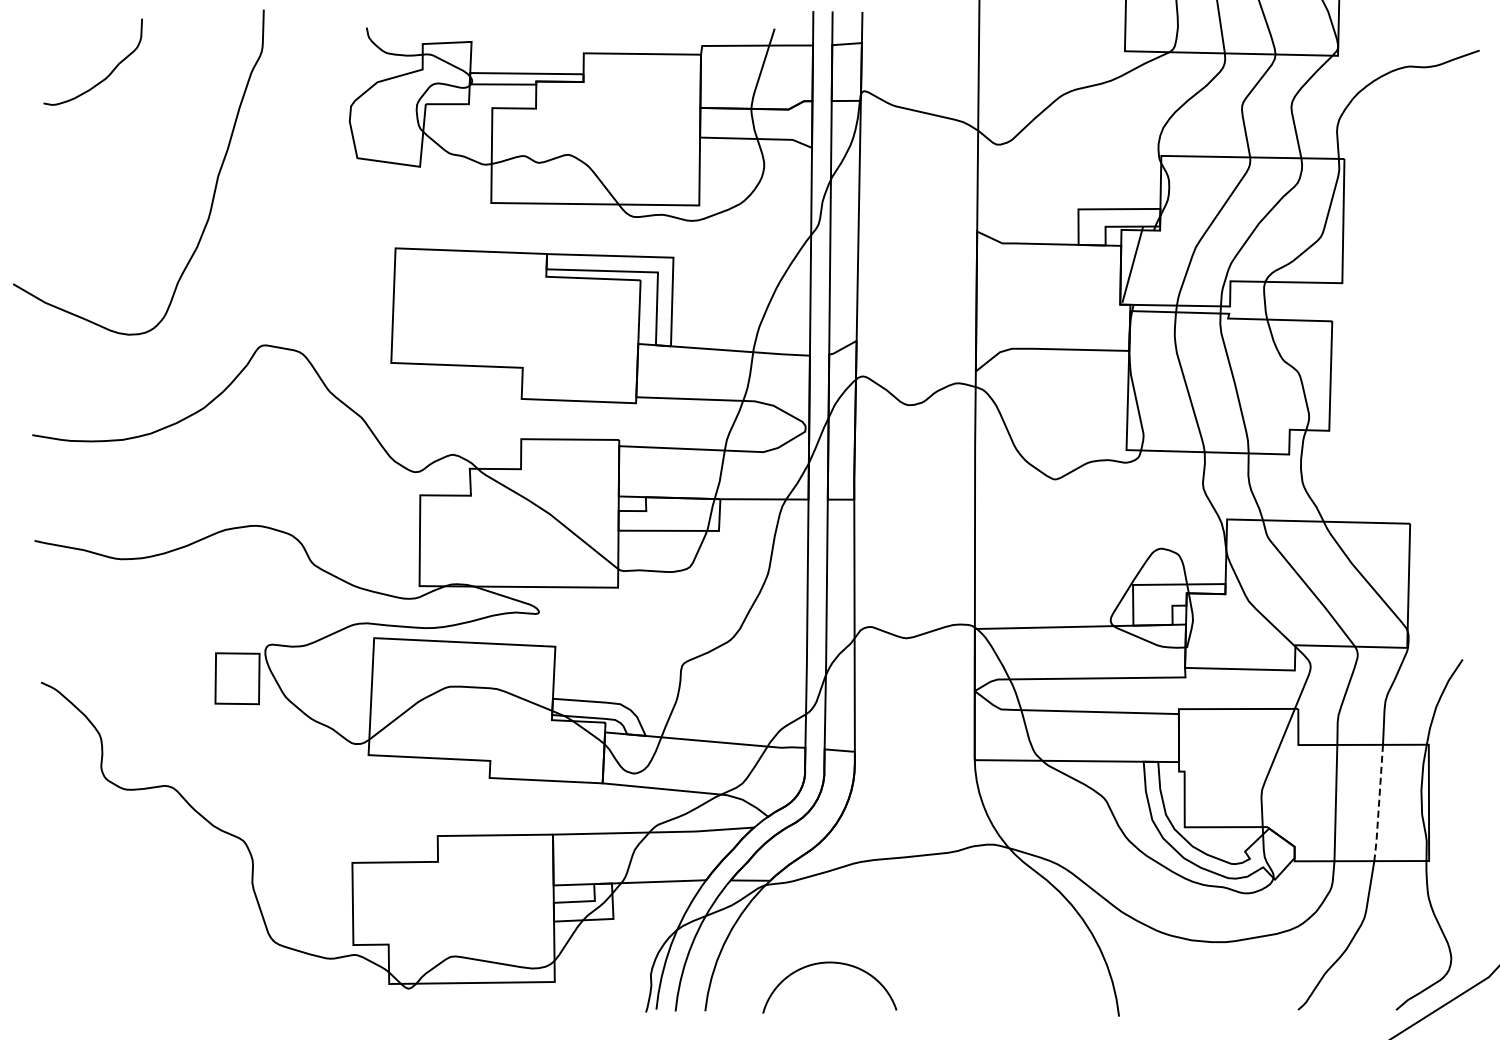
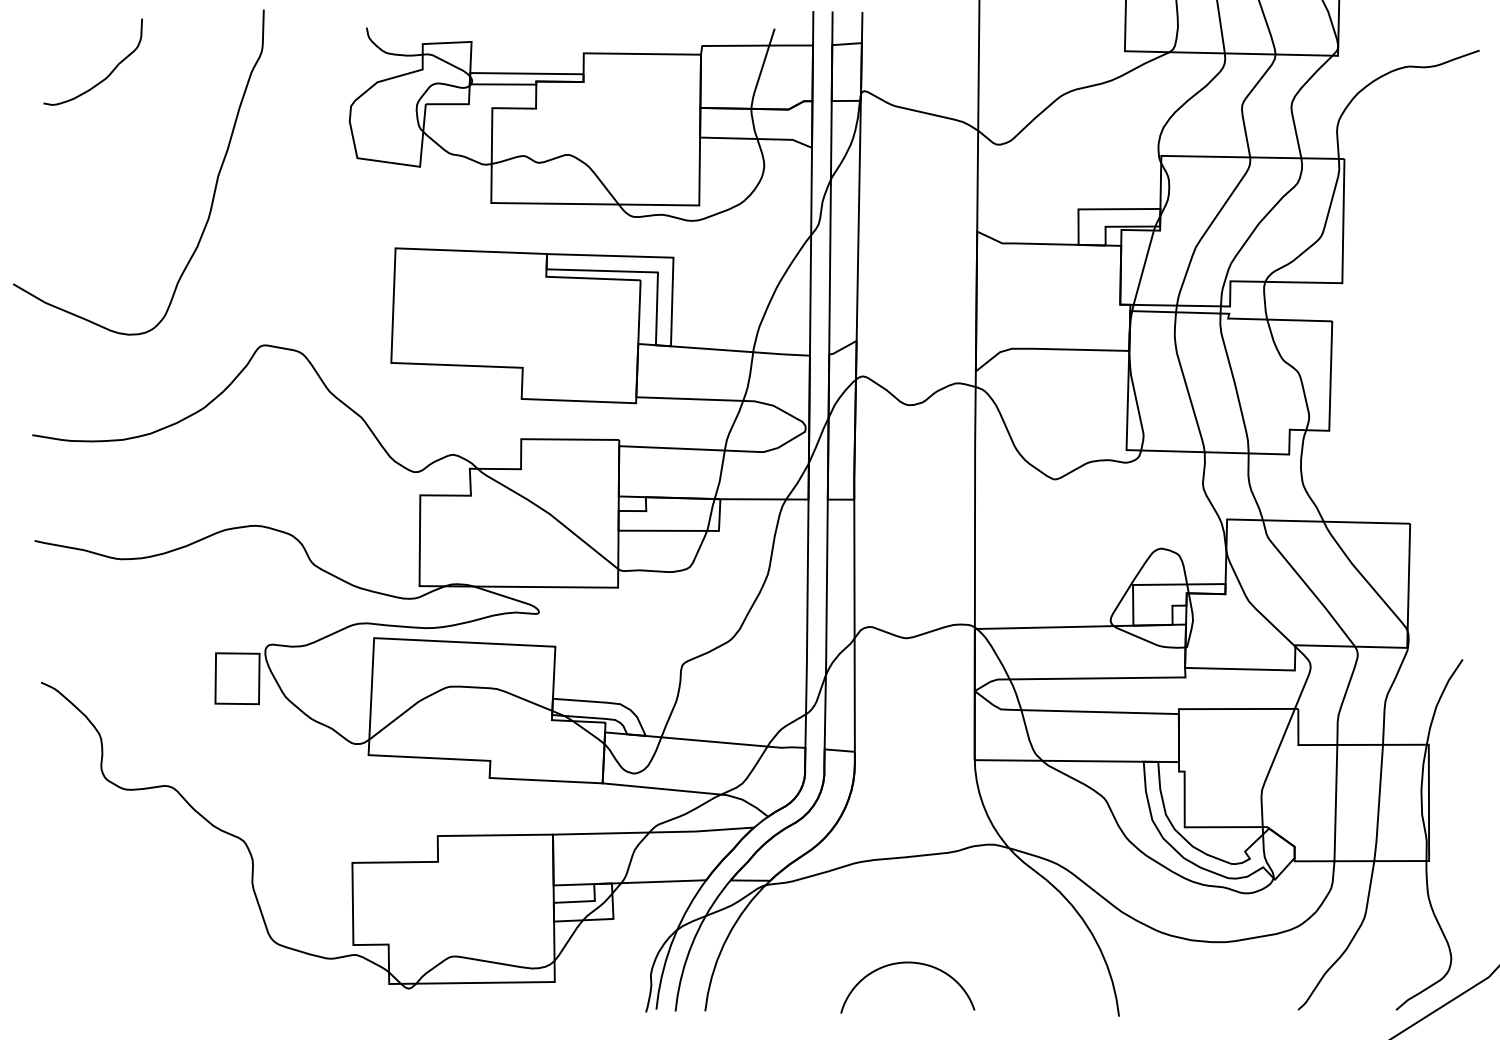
line at (1132, 264) position: (1132, 264) -> (1143, 267)
line at (1378, 804): dashed -> solid
curve at (829, 963) position: (829, 963) -> (907, 963)
